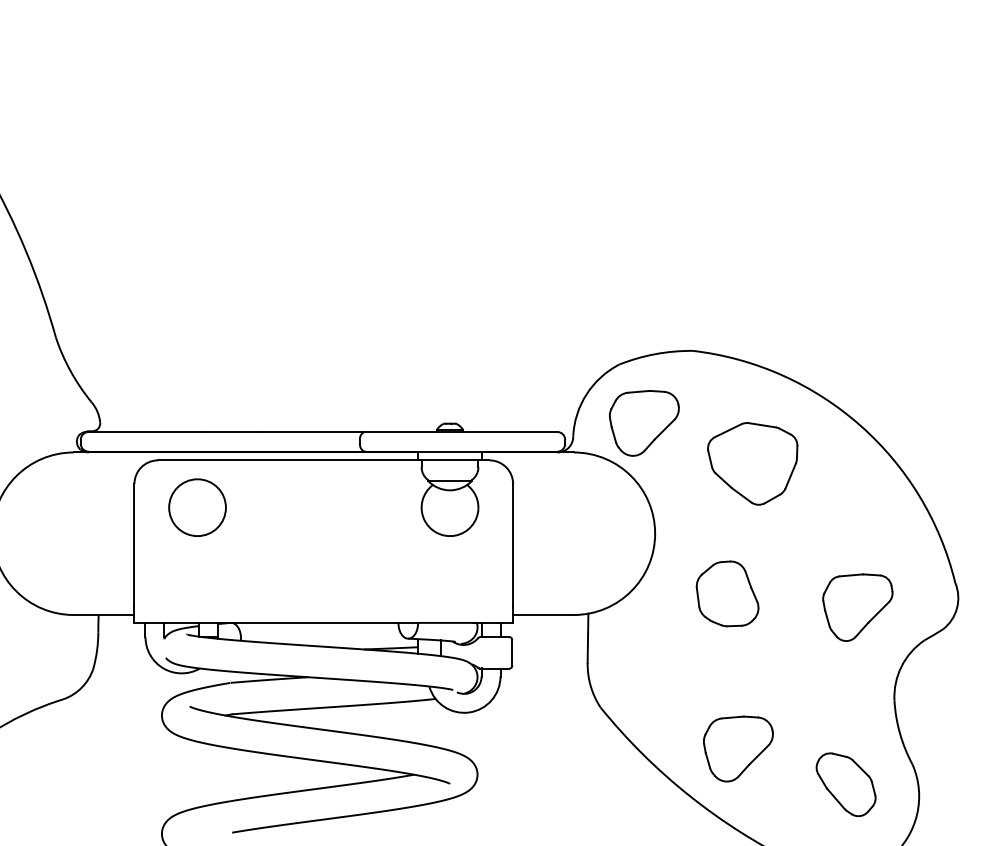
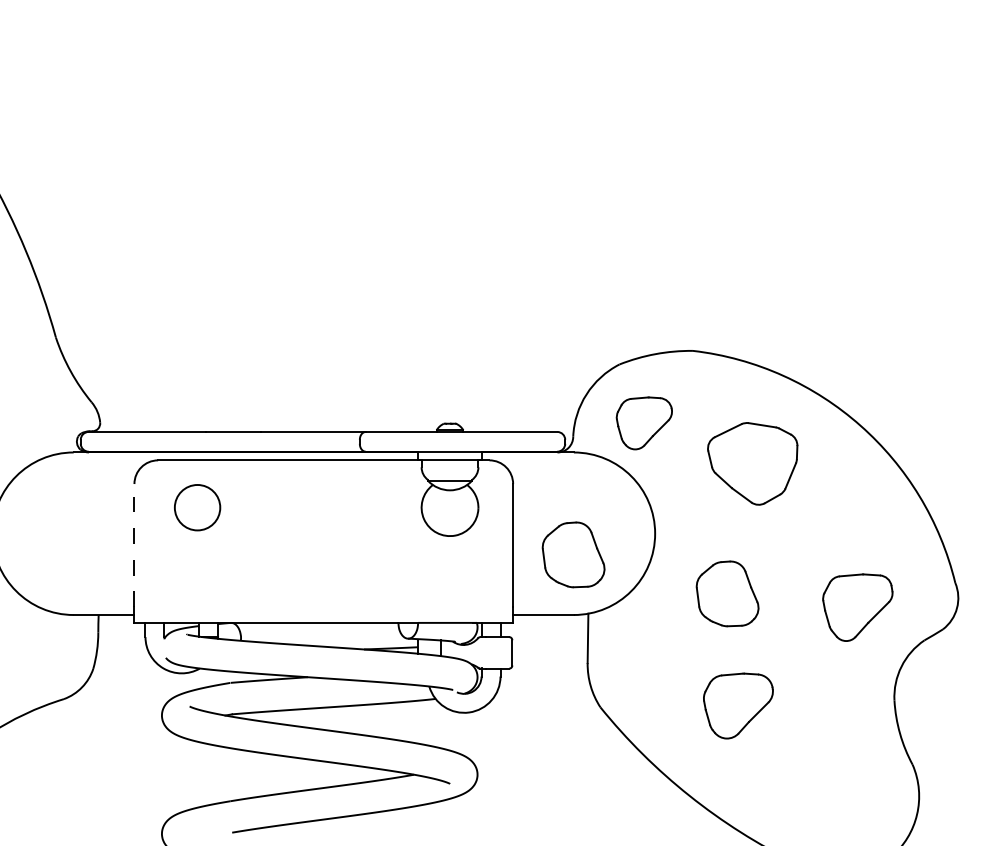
part at (644, 423) size: 71x67 px -> 58x55 px
circle at (197, 507) diameter: 57 px -> 45 px
line at (134, 545): solid -> dashed
part at (573, 554): none -> present
part at (738, 748) position: (738, 748) -> (738, 705)
part at (845, 784): present -> none
